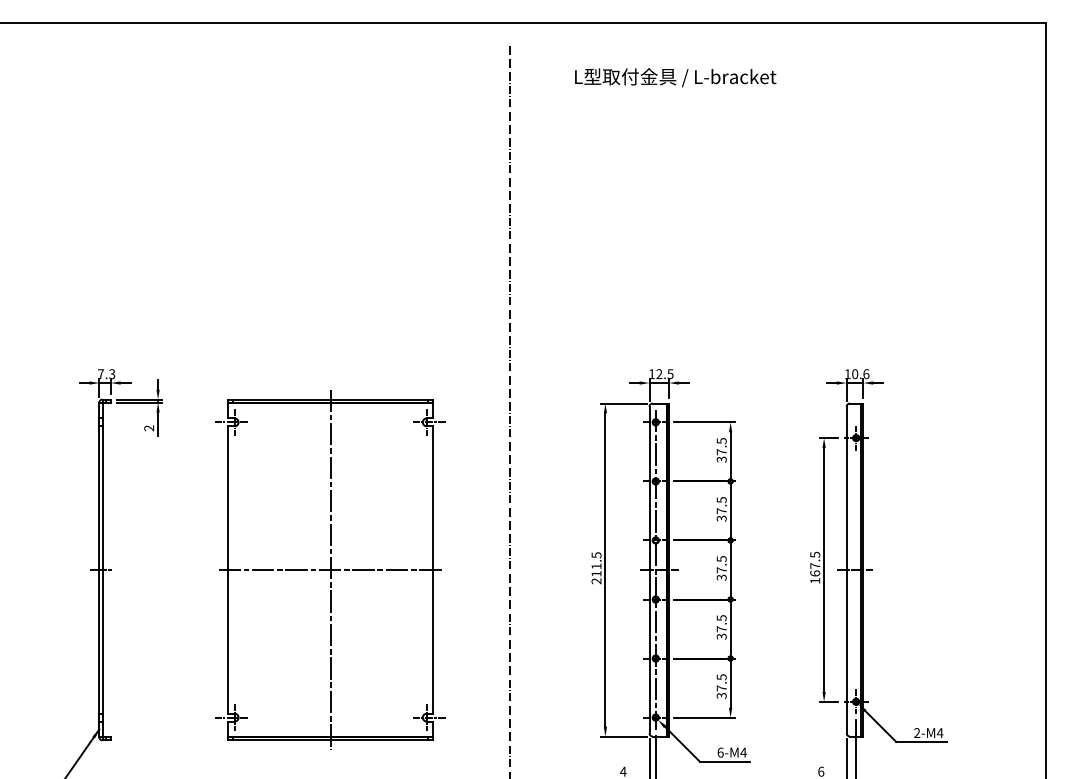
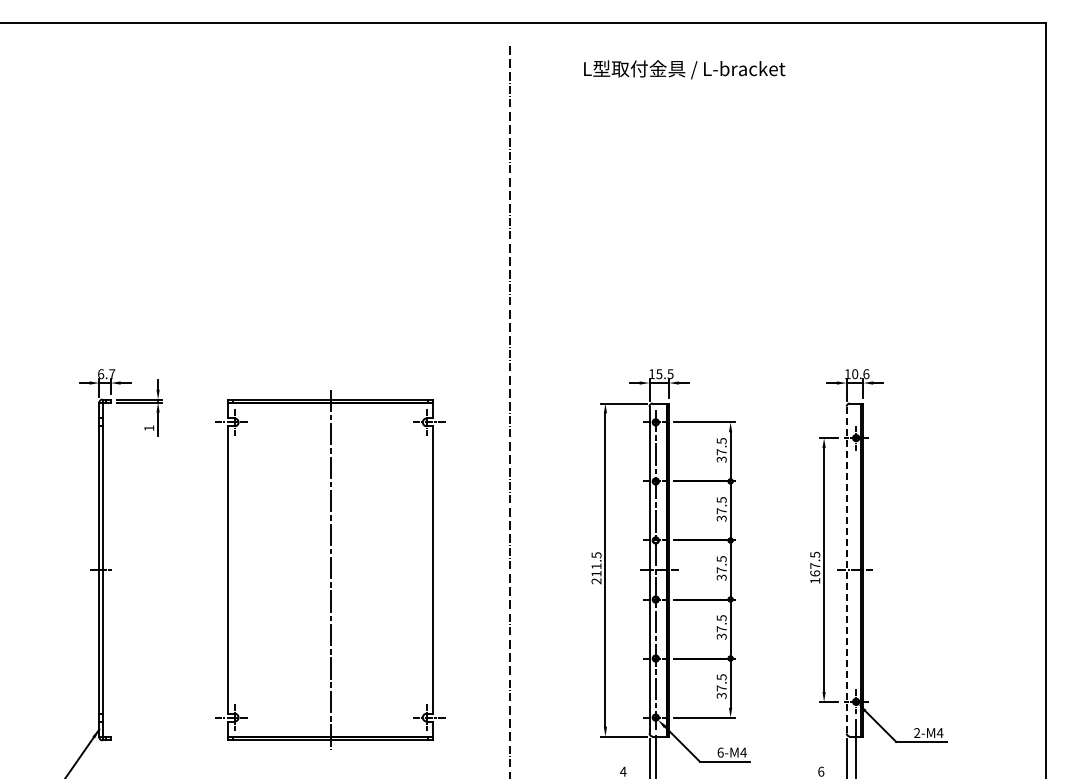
text at (675, 77) position: (675, 77) -> (684, 69)
text at (106, 374): 7.3 -> 6.7
text at (659, 374): 12.5 -> 15.5
text at (148, 428): 2 -> 1
line at (846, 569): solid -> dashed
line at (330, 570): present -> none
